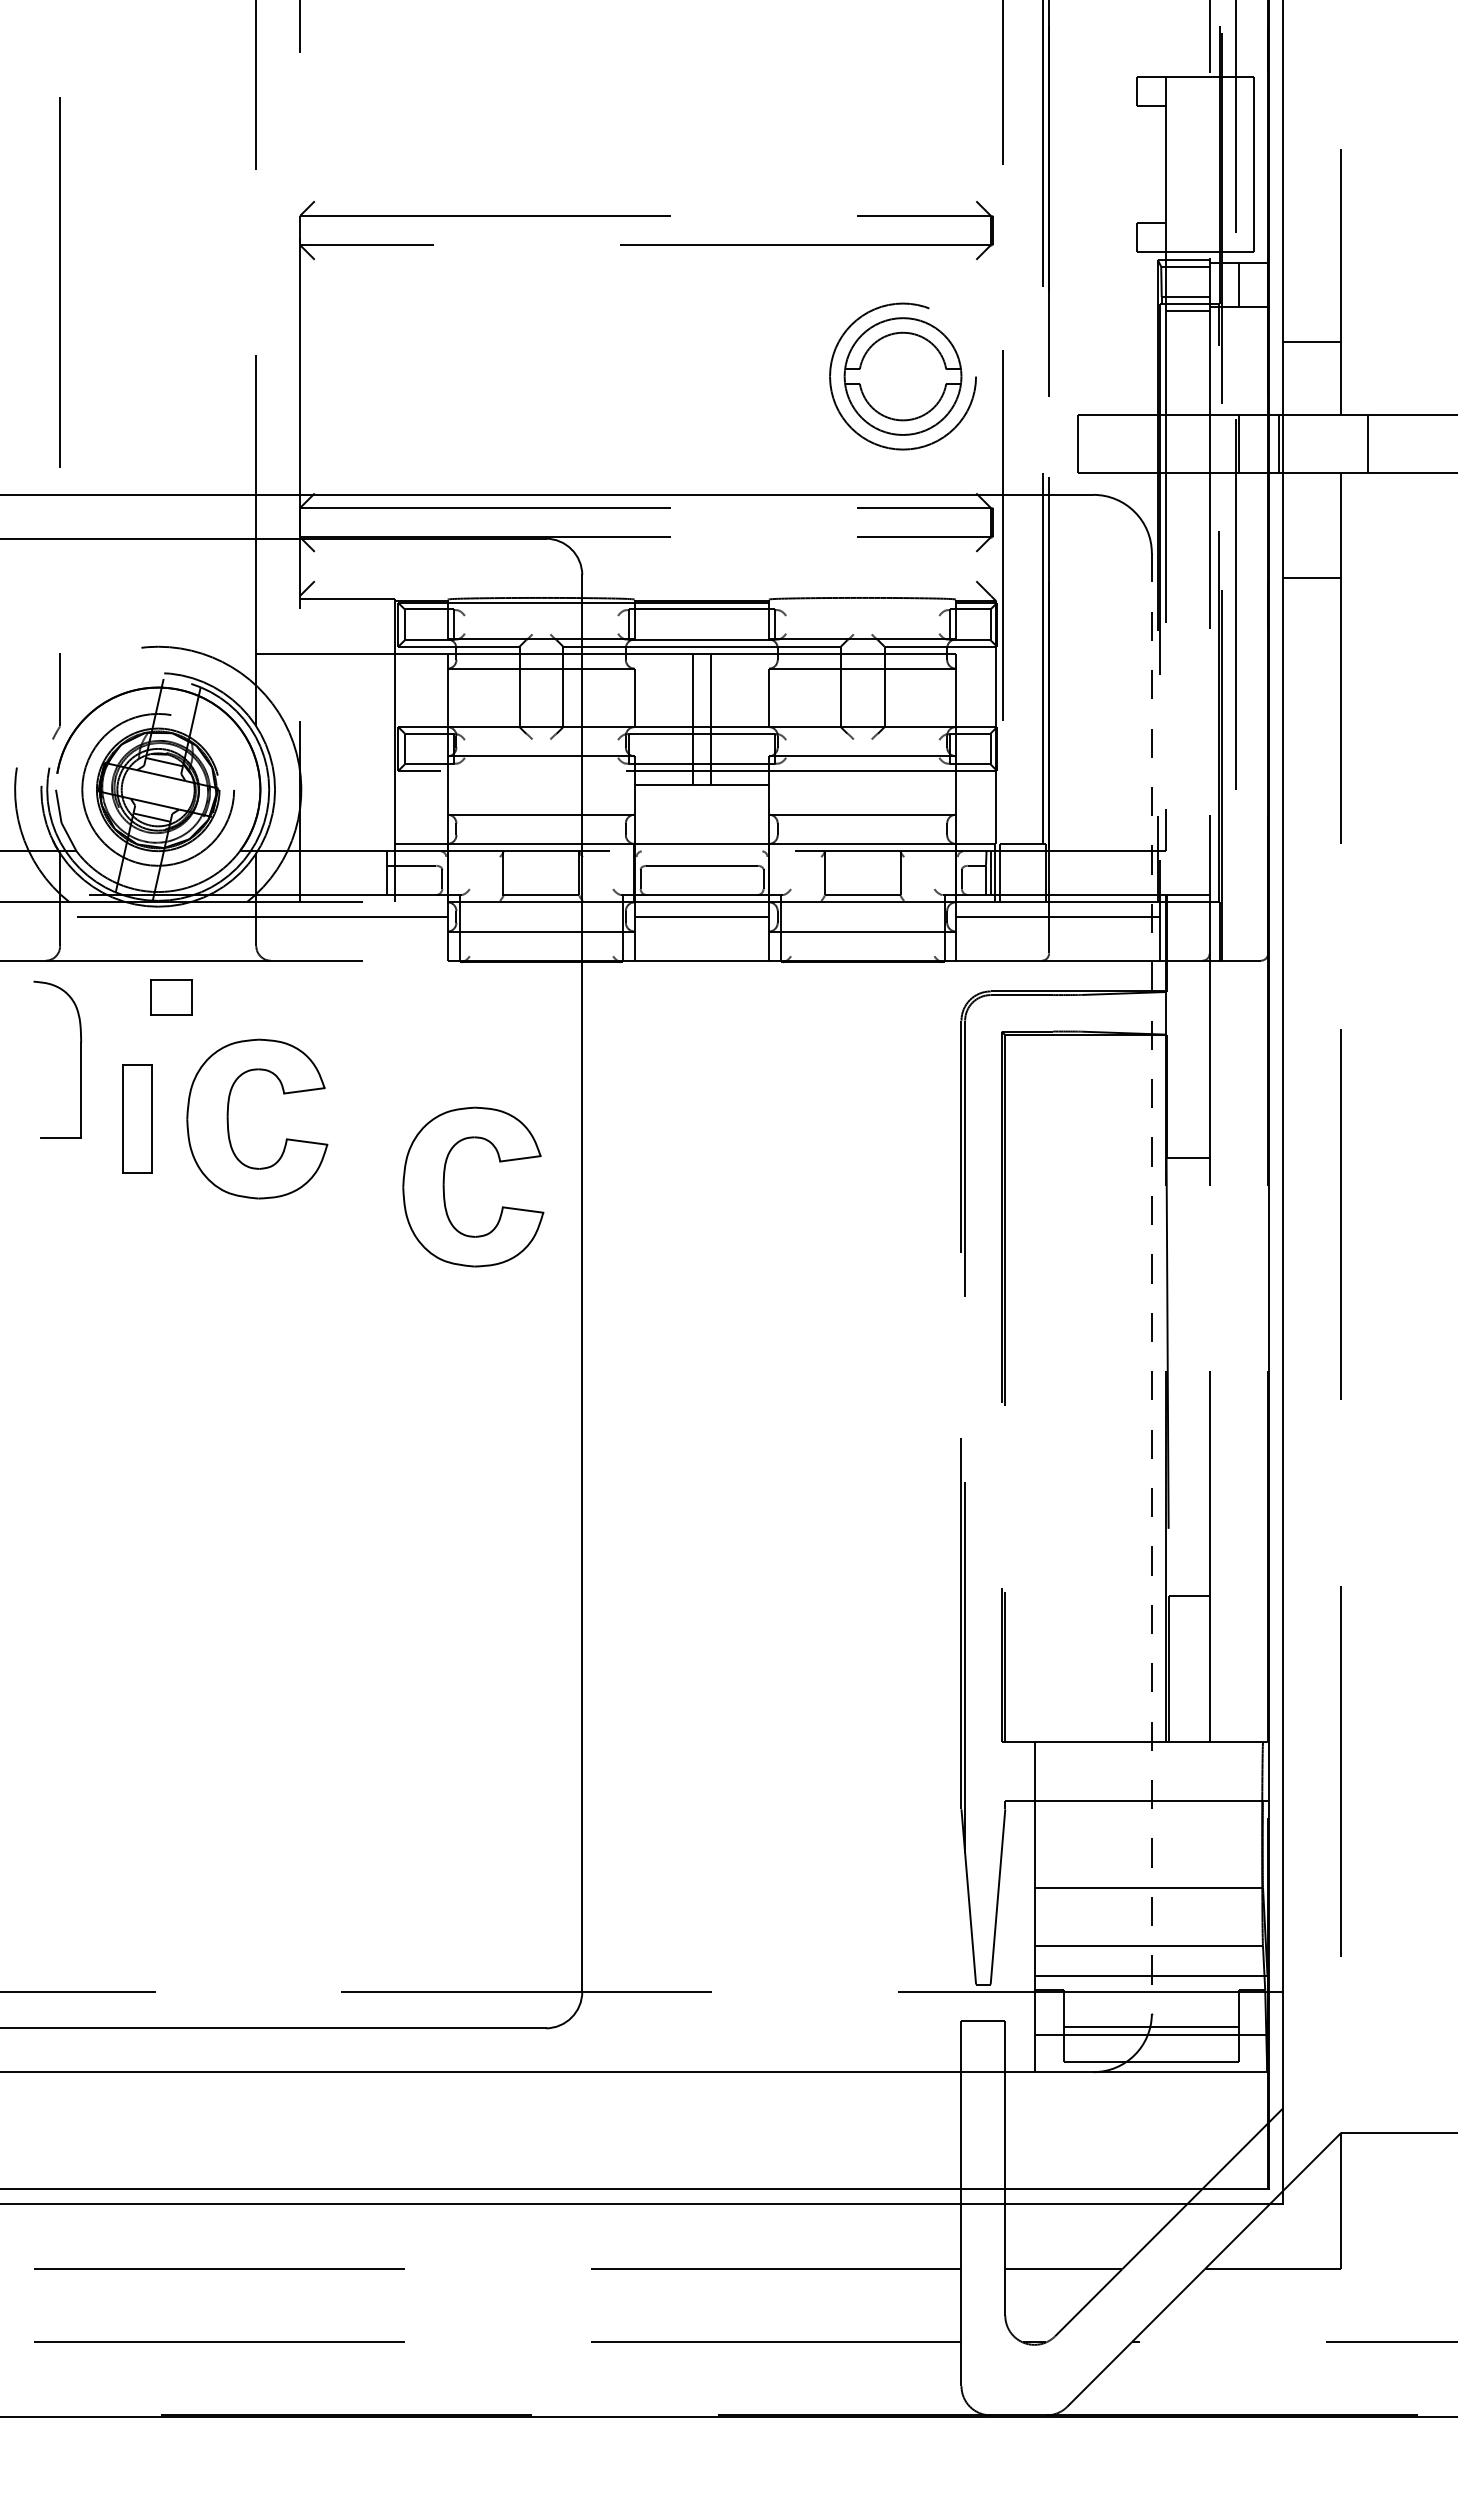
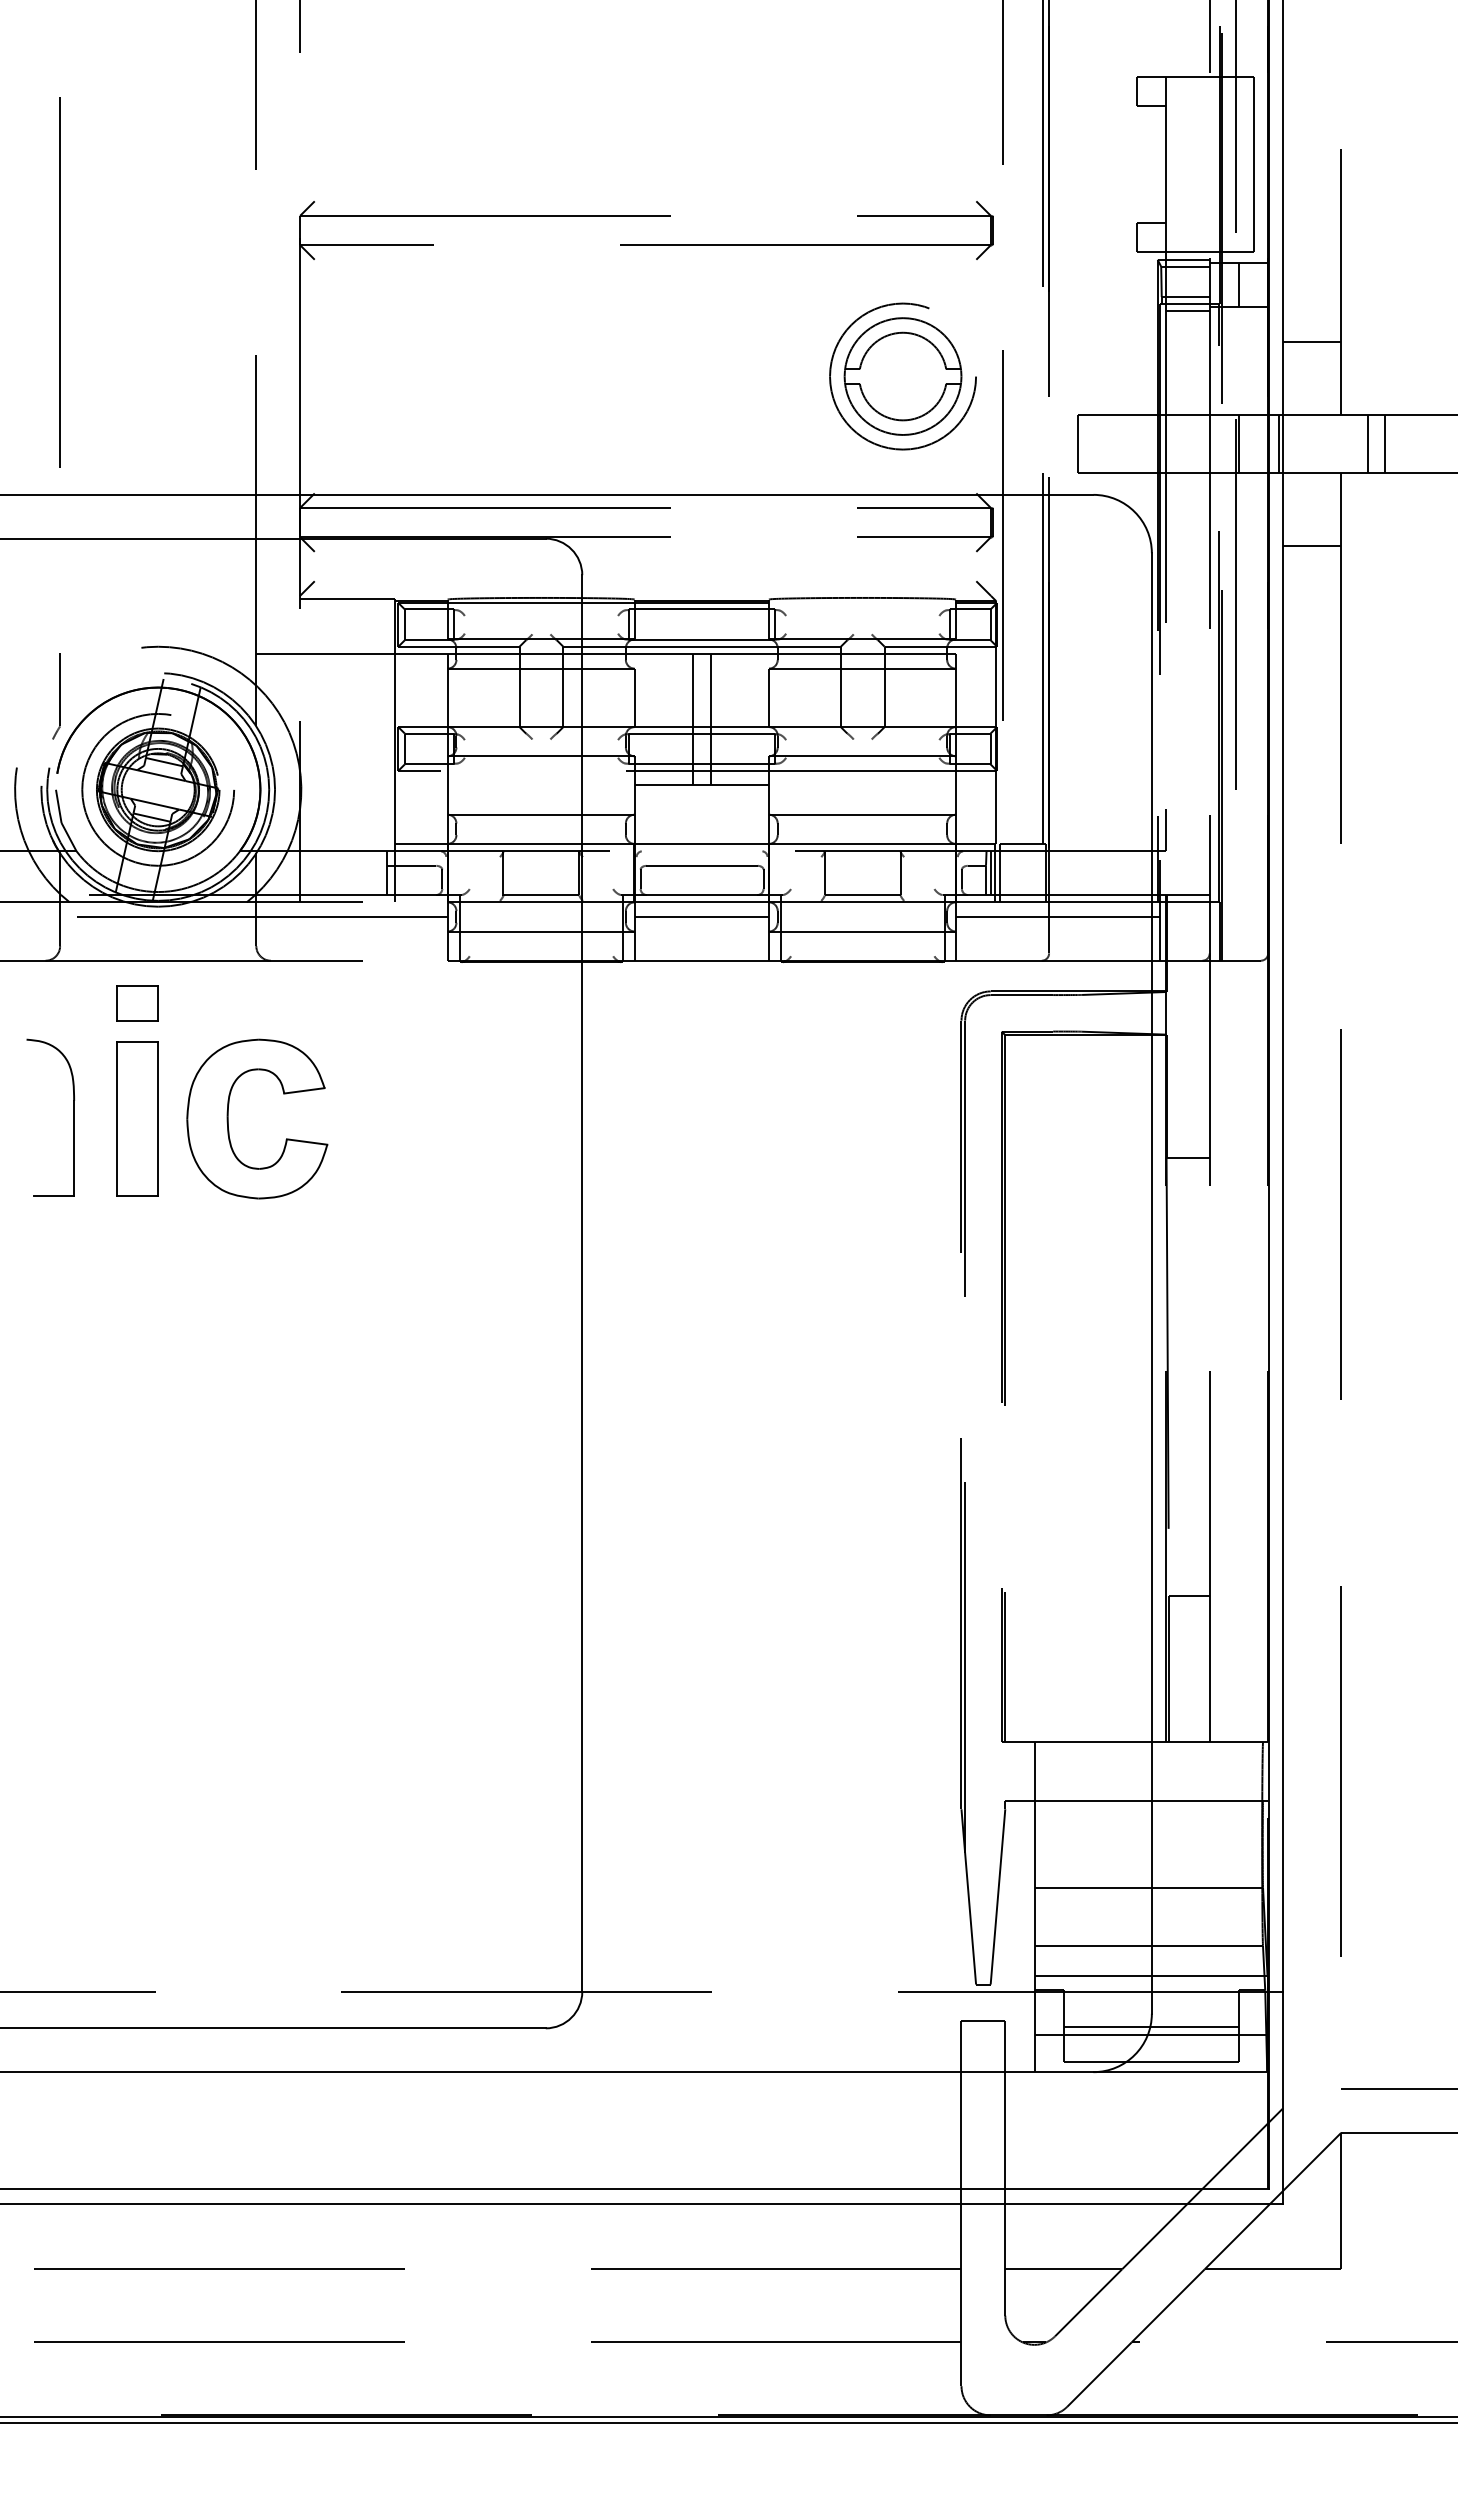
line at (1385, 443): none -> present
line at (1311, 577) position: (1311, 577) -> (1311, 545)
part at (171, 997) position: (171, 997) -> (137, 1003)
part at (80, 1059) position: (80, 1059) -> (73, 1117)
part at (137, 1118) size: 31x110 px -> 43x156 px
part at (444, 1186): present -> none
line at (1151, 1284): dashed -> solid
line at (1397, 2089): none -> present
line at (728, 2423): none -> present
